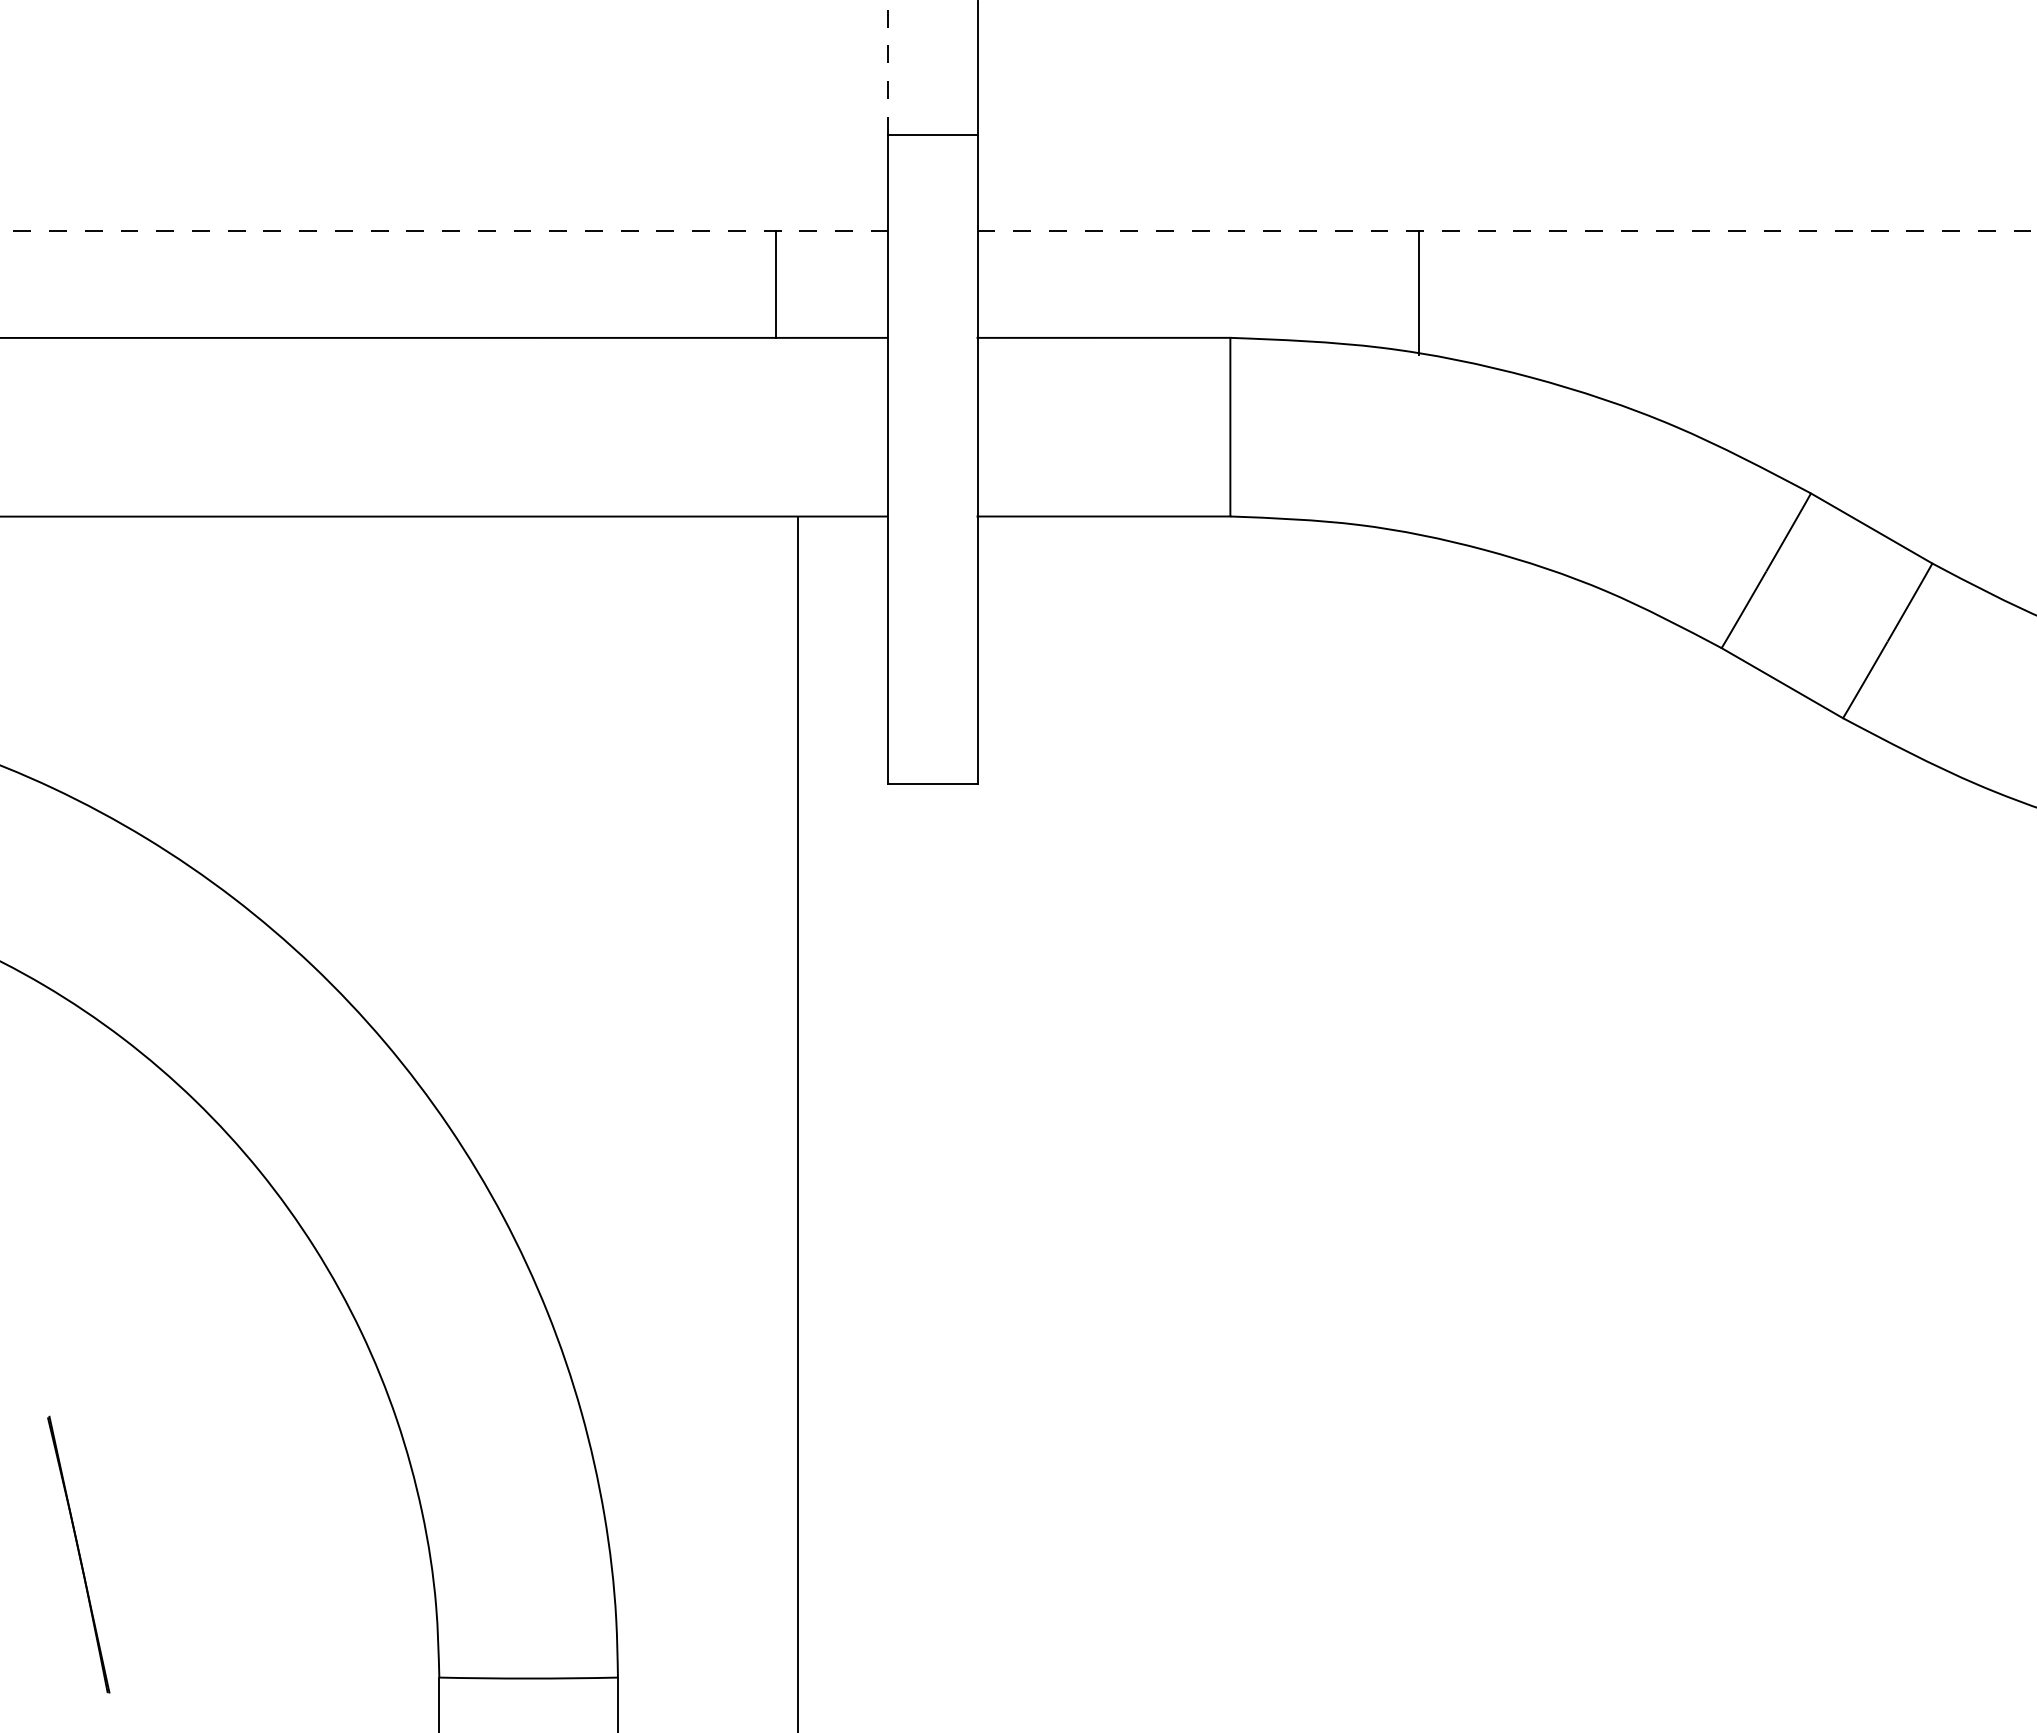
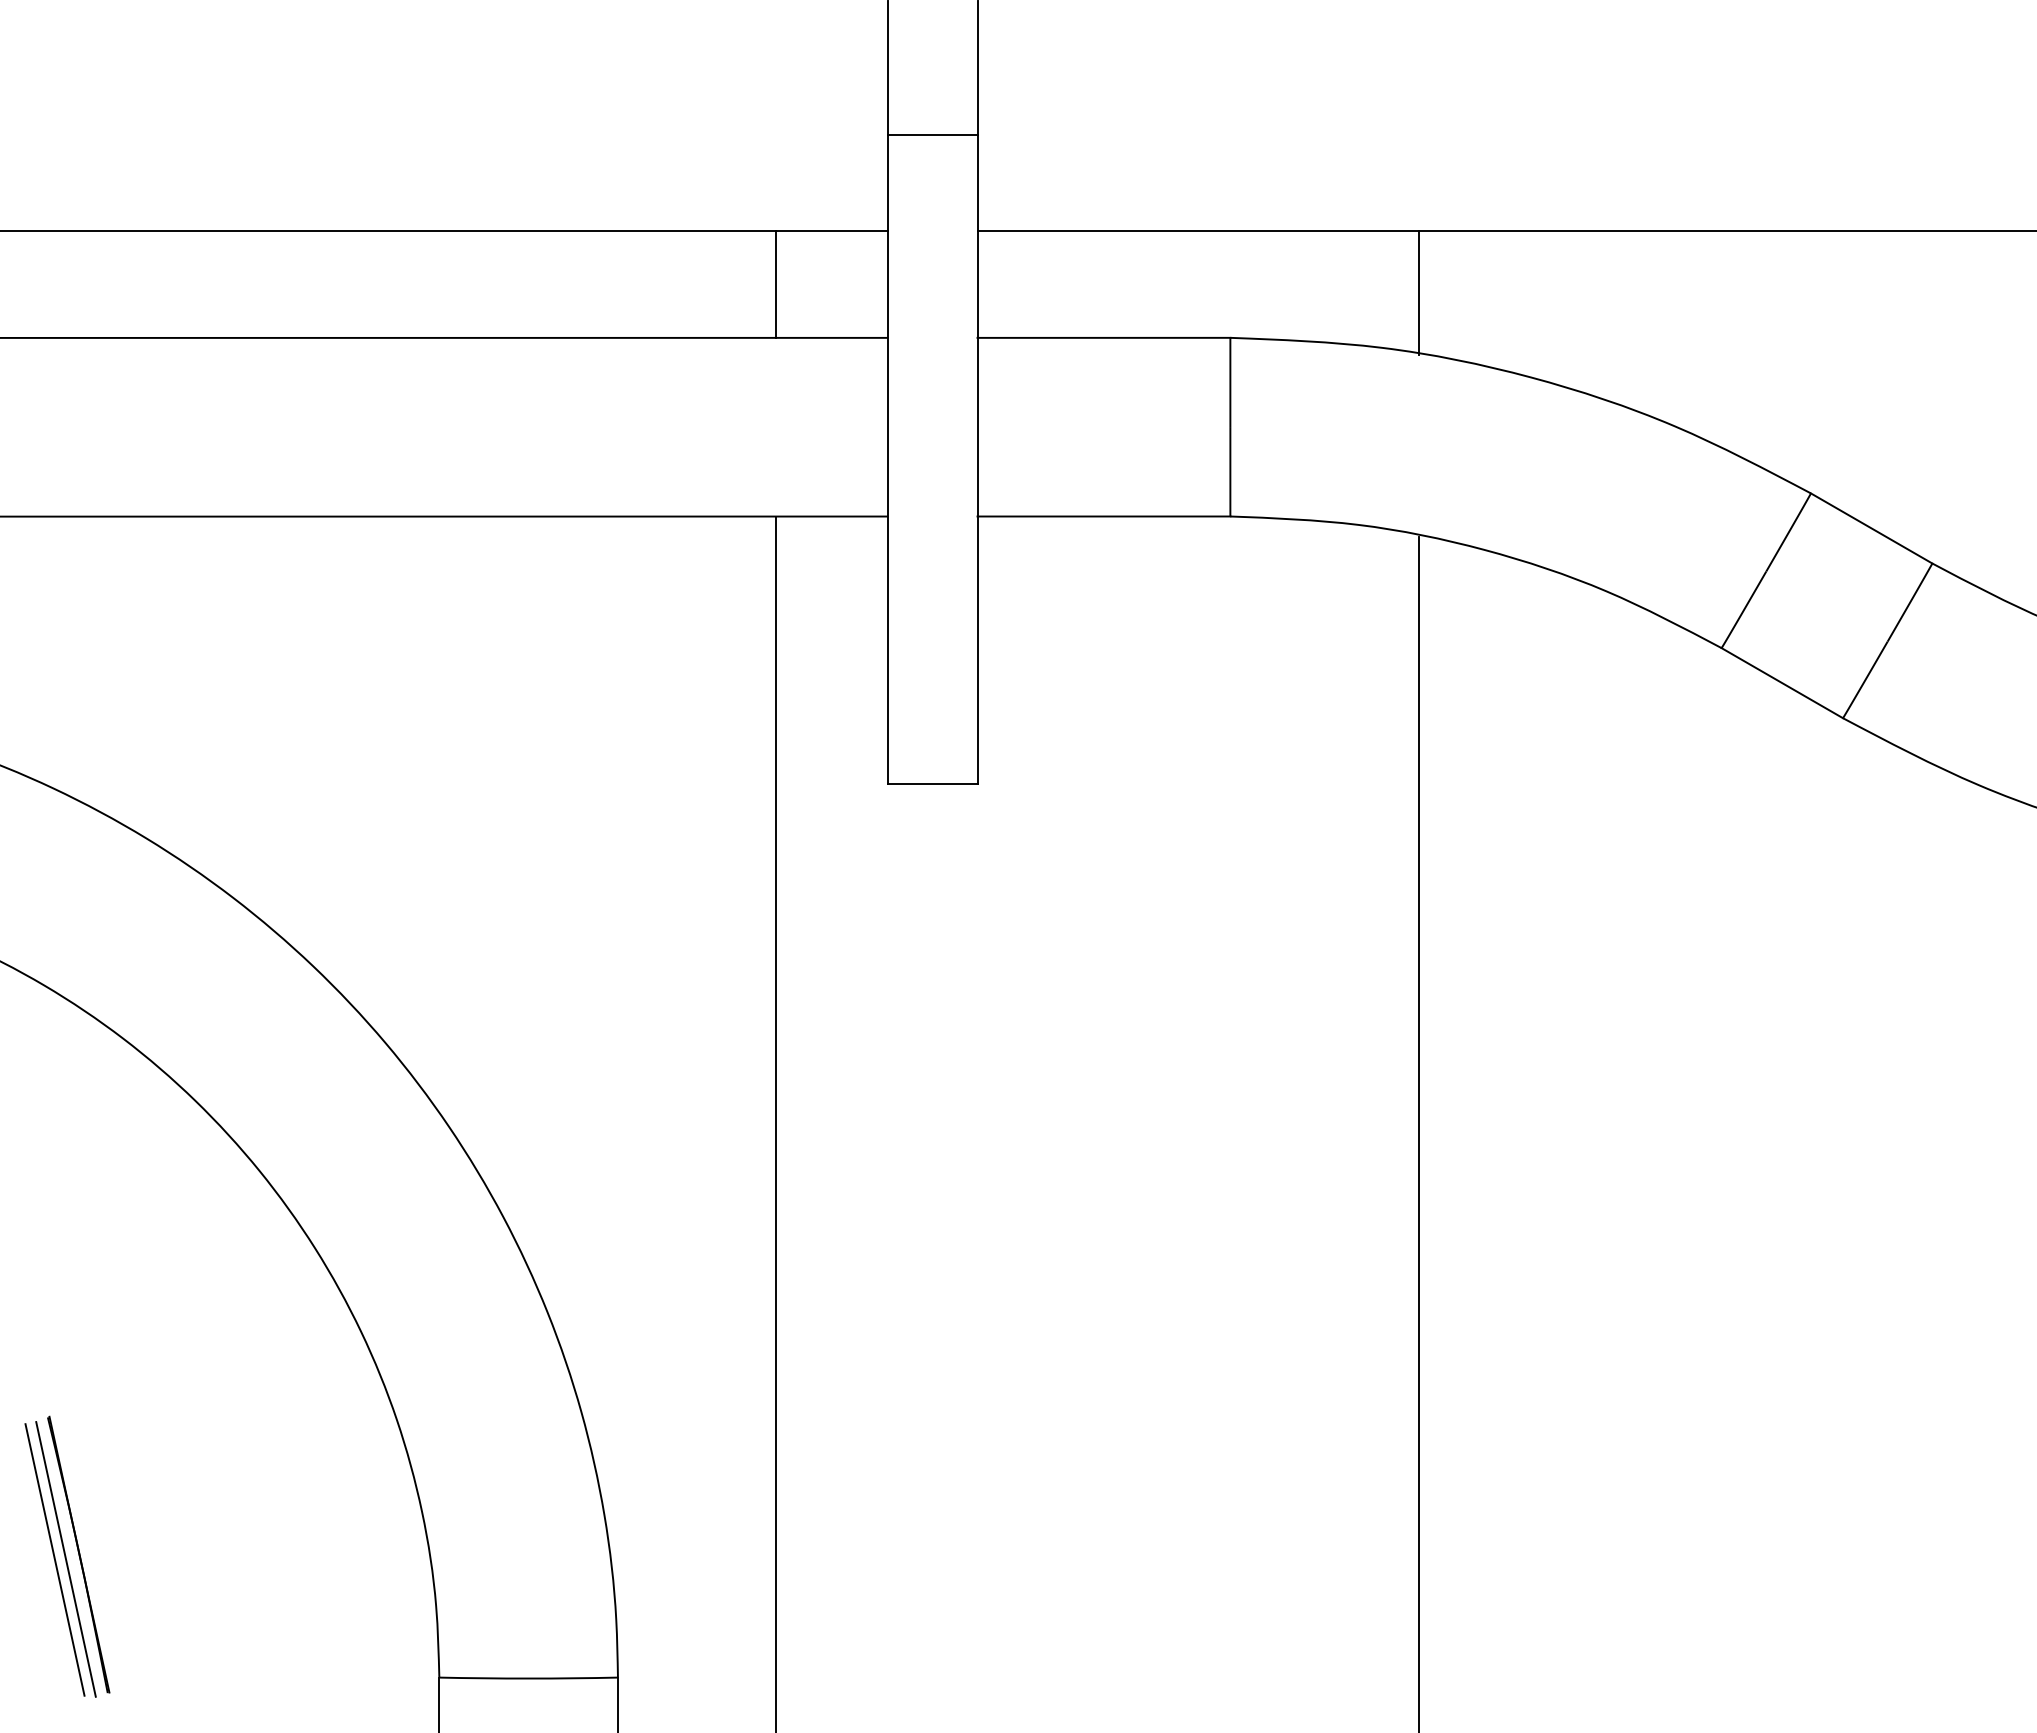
line at (888, 68): dashed -> solid
line at (444, 230): dashed -> solid
line at (1507, 230): dashed -> solid
line at (798, 1122) position: (798, 1122) -> (776, 1122)
line at (1419, 1132): none -> present
line at (54, 1559): none -> present
line at (65, 1559): none -> present
